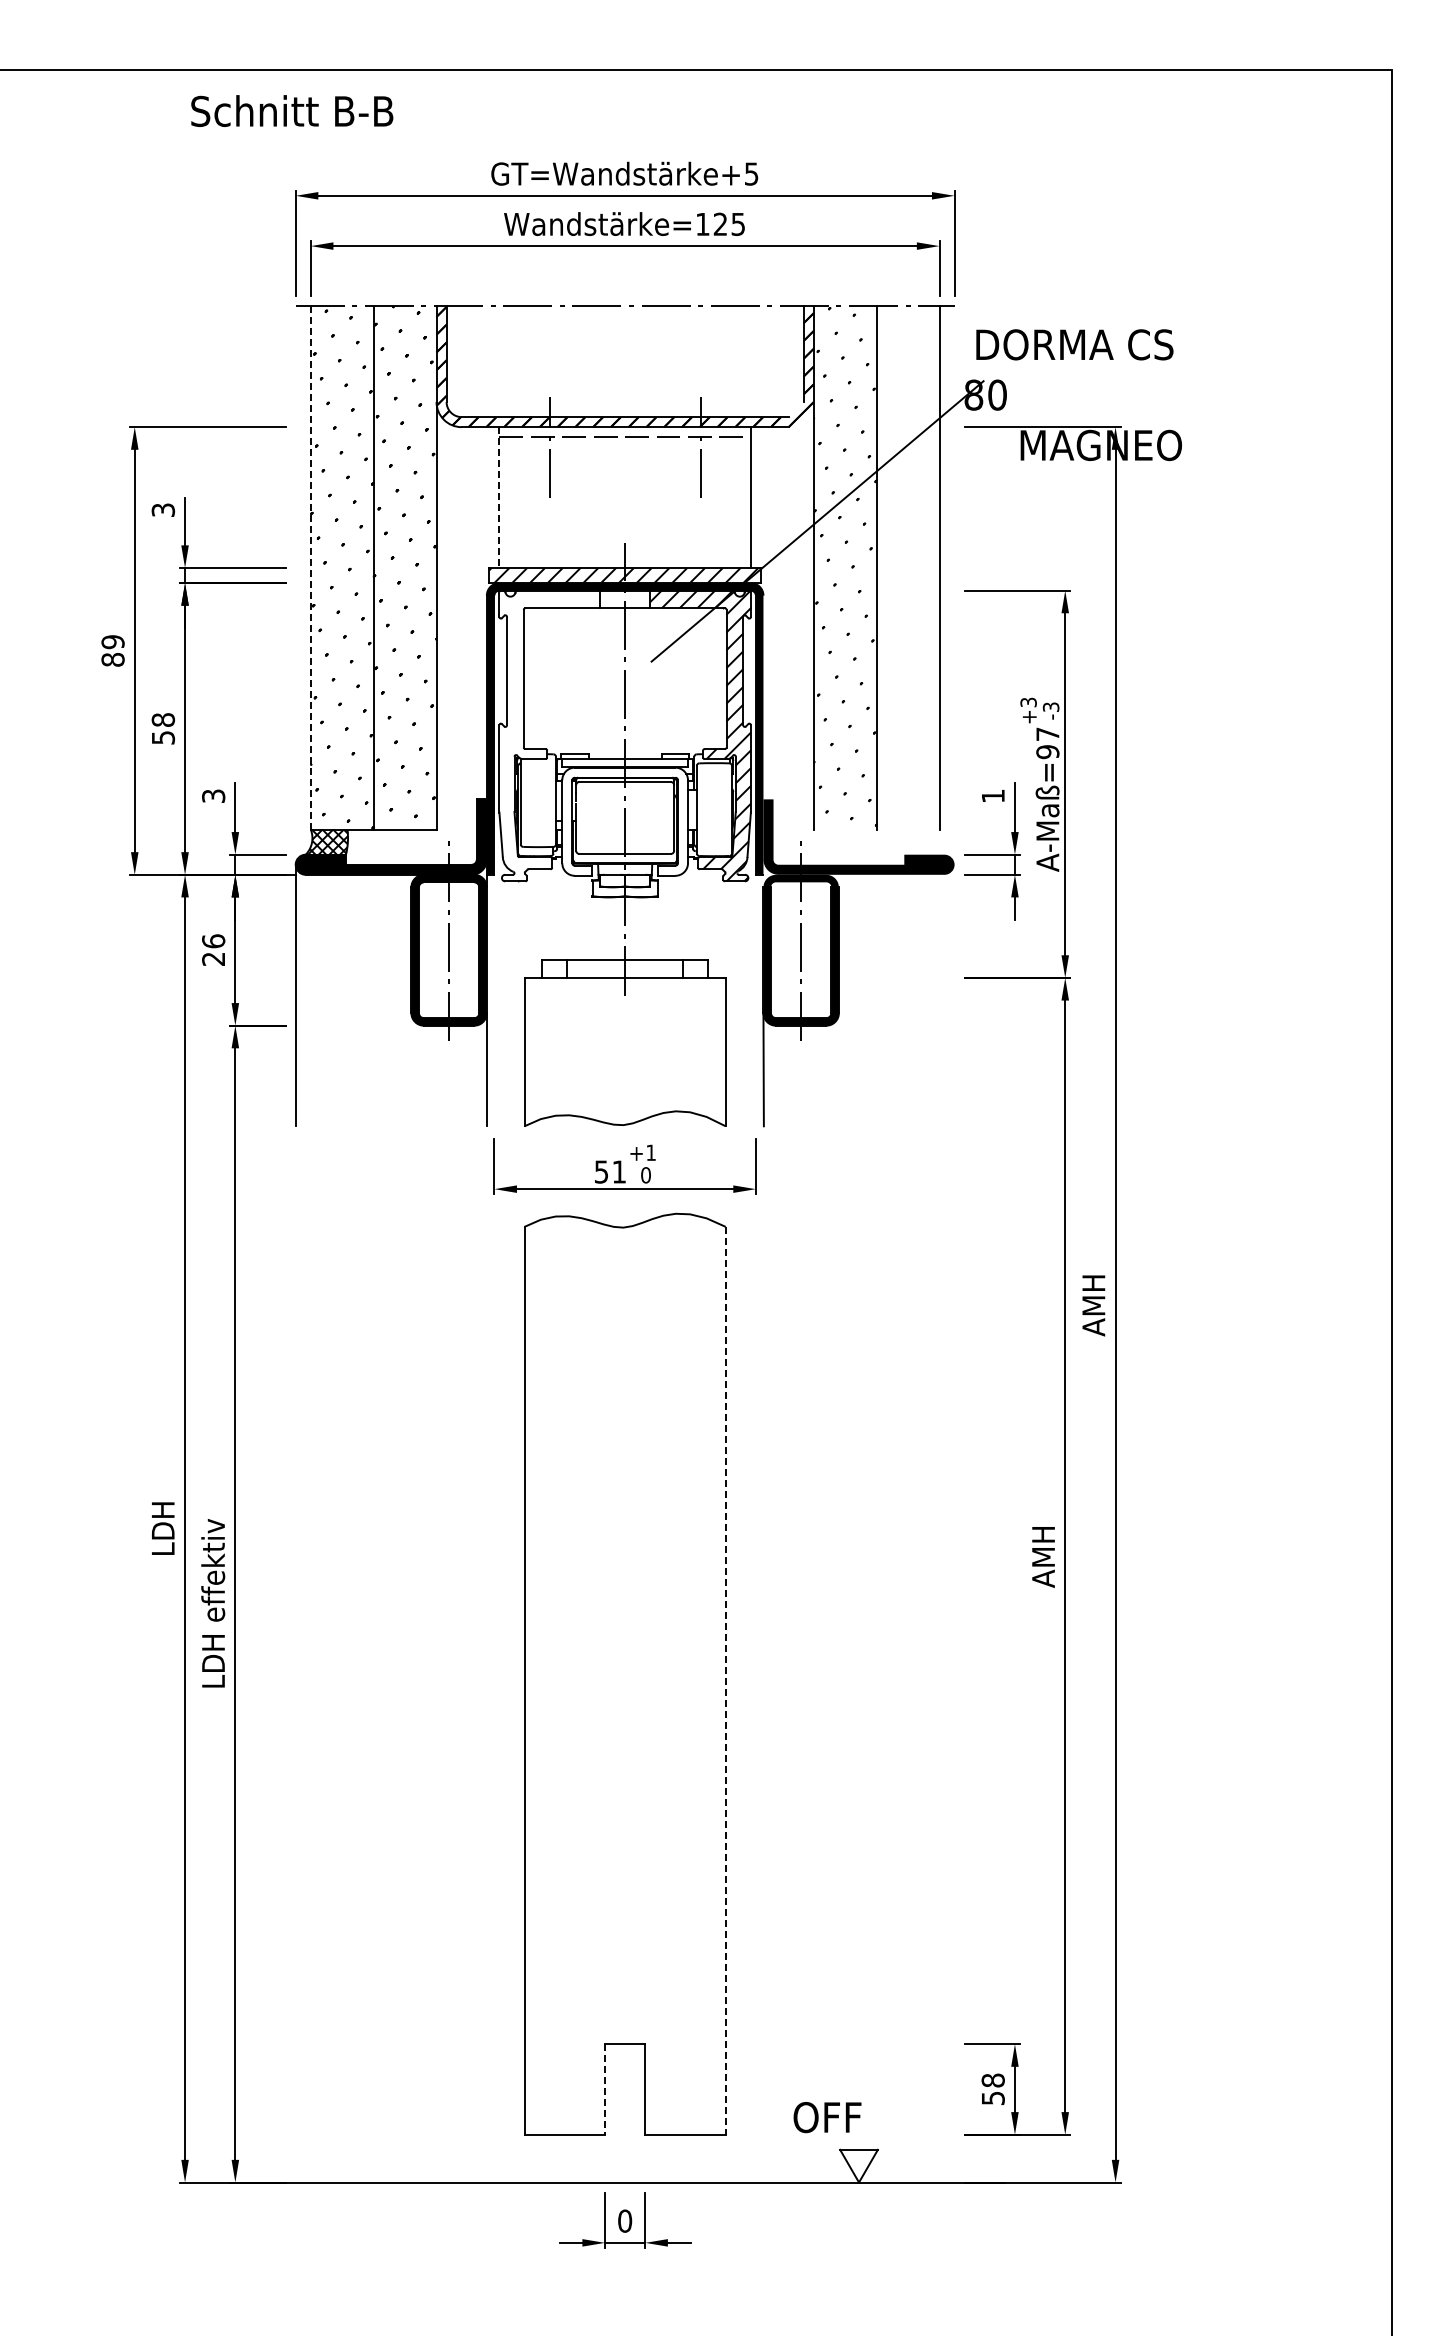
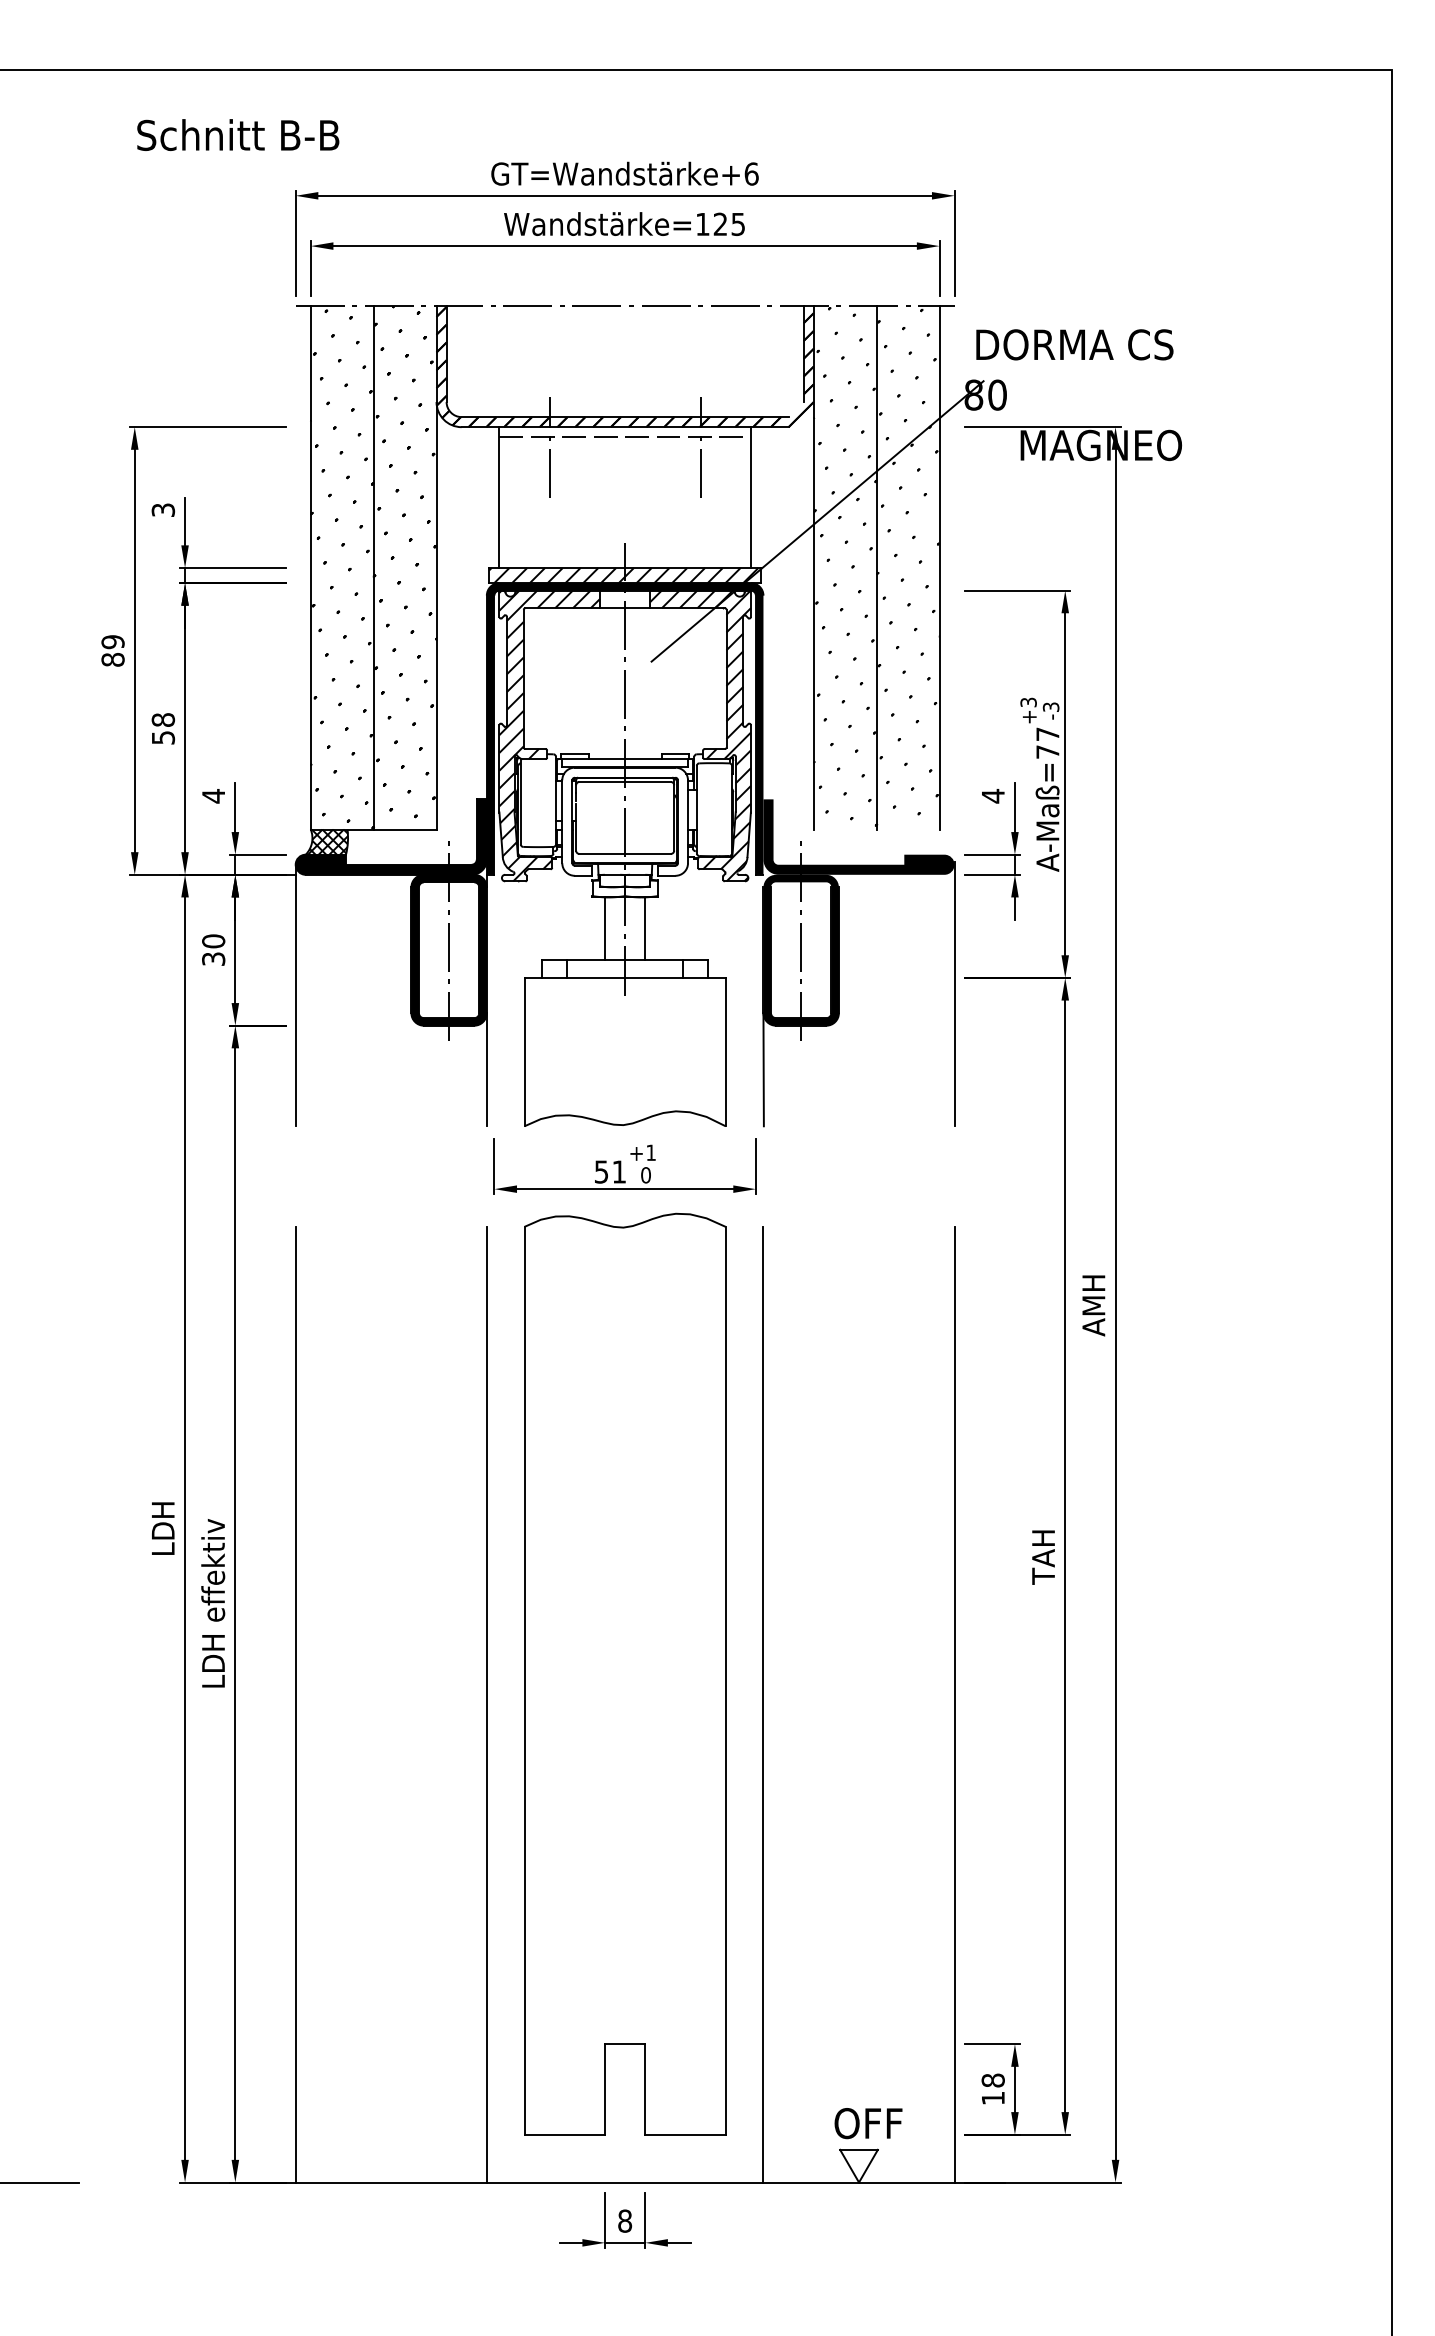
text at (292, 110) position: (292, 110) -> (238, 134)
text at (751, 173): GT=Wandstärke+5 -> GT=Wandstärke+6
line at (499, 498): dashed -> solid
hatch at (907, 567): none -> present
line at (310, 568): dashed -> solid
hatch at (549, 735): none -> present
text at (1047, 752): A-Maß=97 -> A-Maß=77
text at (993, 795): 1 -> 4
text at (213, 796): 3 -> 4
line at (605, 928): none -> present
line at (645, 928): none -> present
text at (213, 949): 26 -> 30
line at (954, 994): none -> present
text at (1043, 1557): AMH -> TAH
line at (725, 1680): dashed -> solid
line at (295, 1704): none -> present
line at (486, 1704): none -> present
line at (763, 1704): none -> present
line at (954, 1704): none -> present
line at (605, 2089): dashed -> solid
text at (993, 2098): 58 -> 18
text at (827, 2117) position: (827, 2117) -> (868, 2123)
line at (40, 2182): none -> present
text at (625, 2220): 0 -> 8
